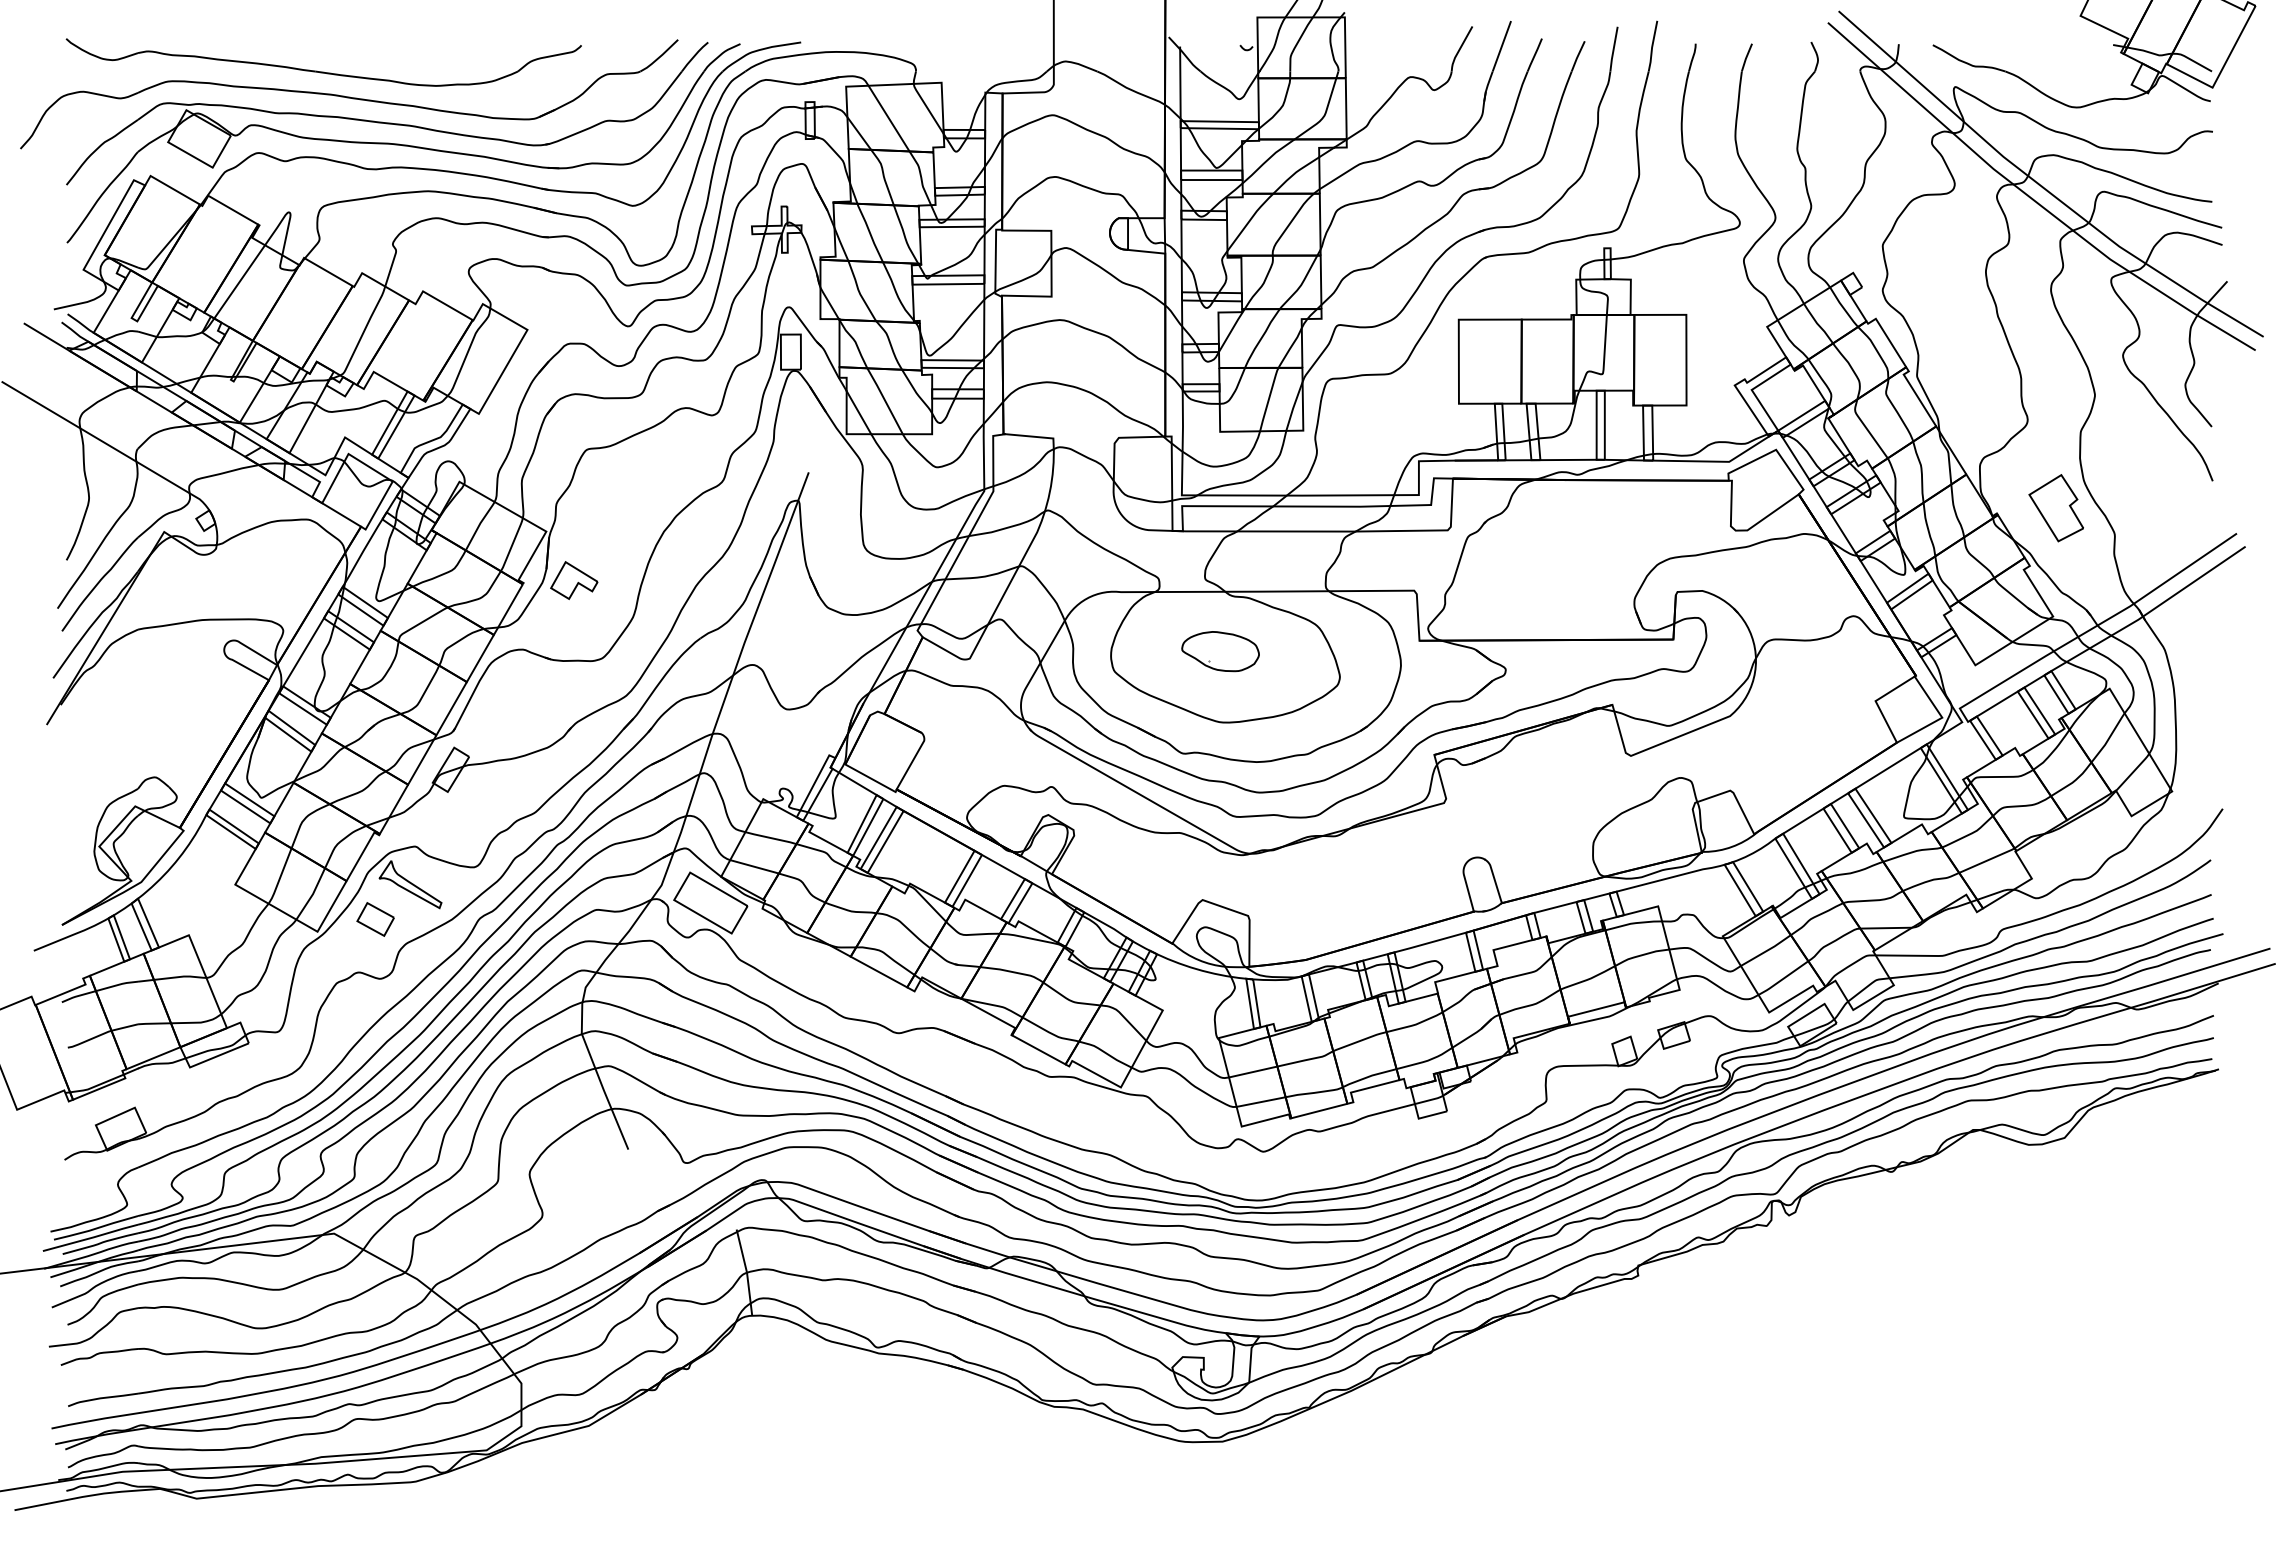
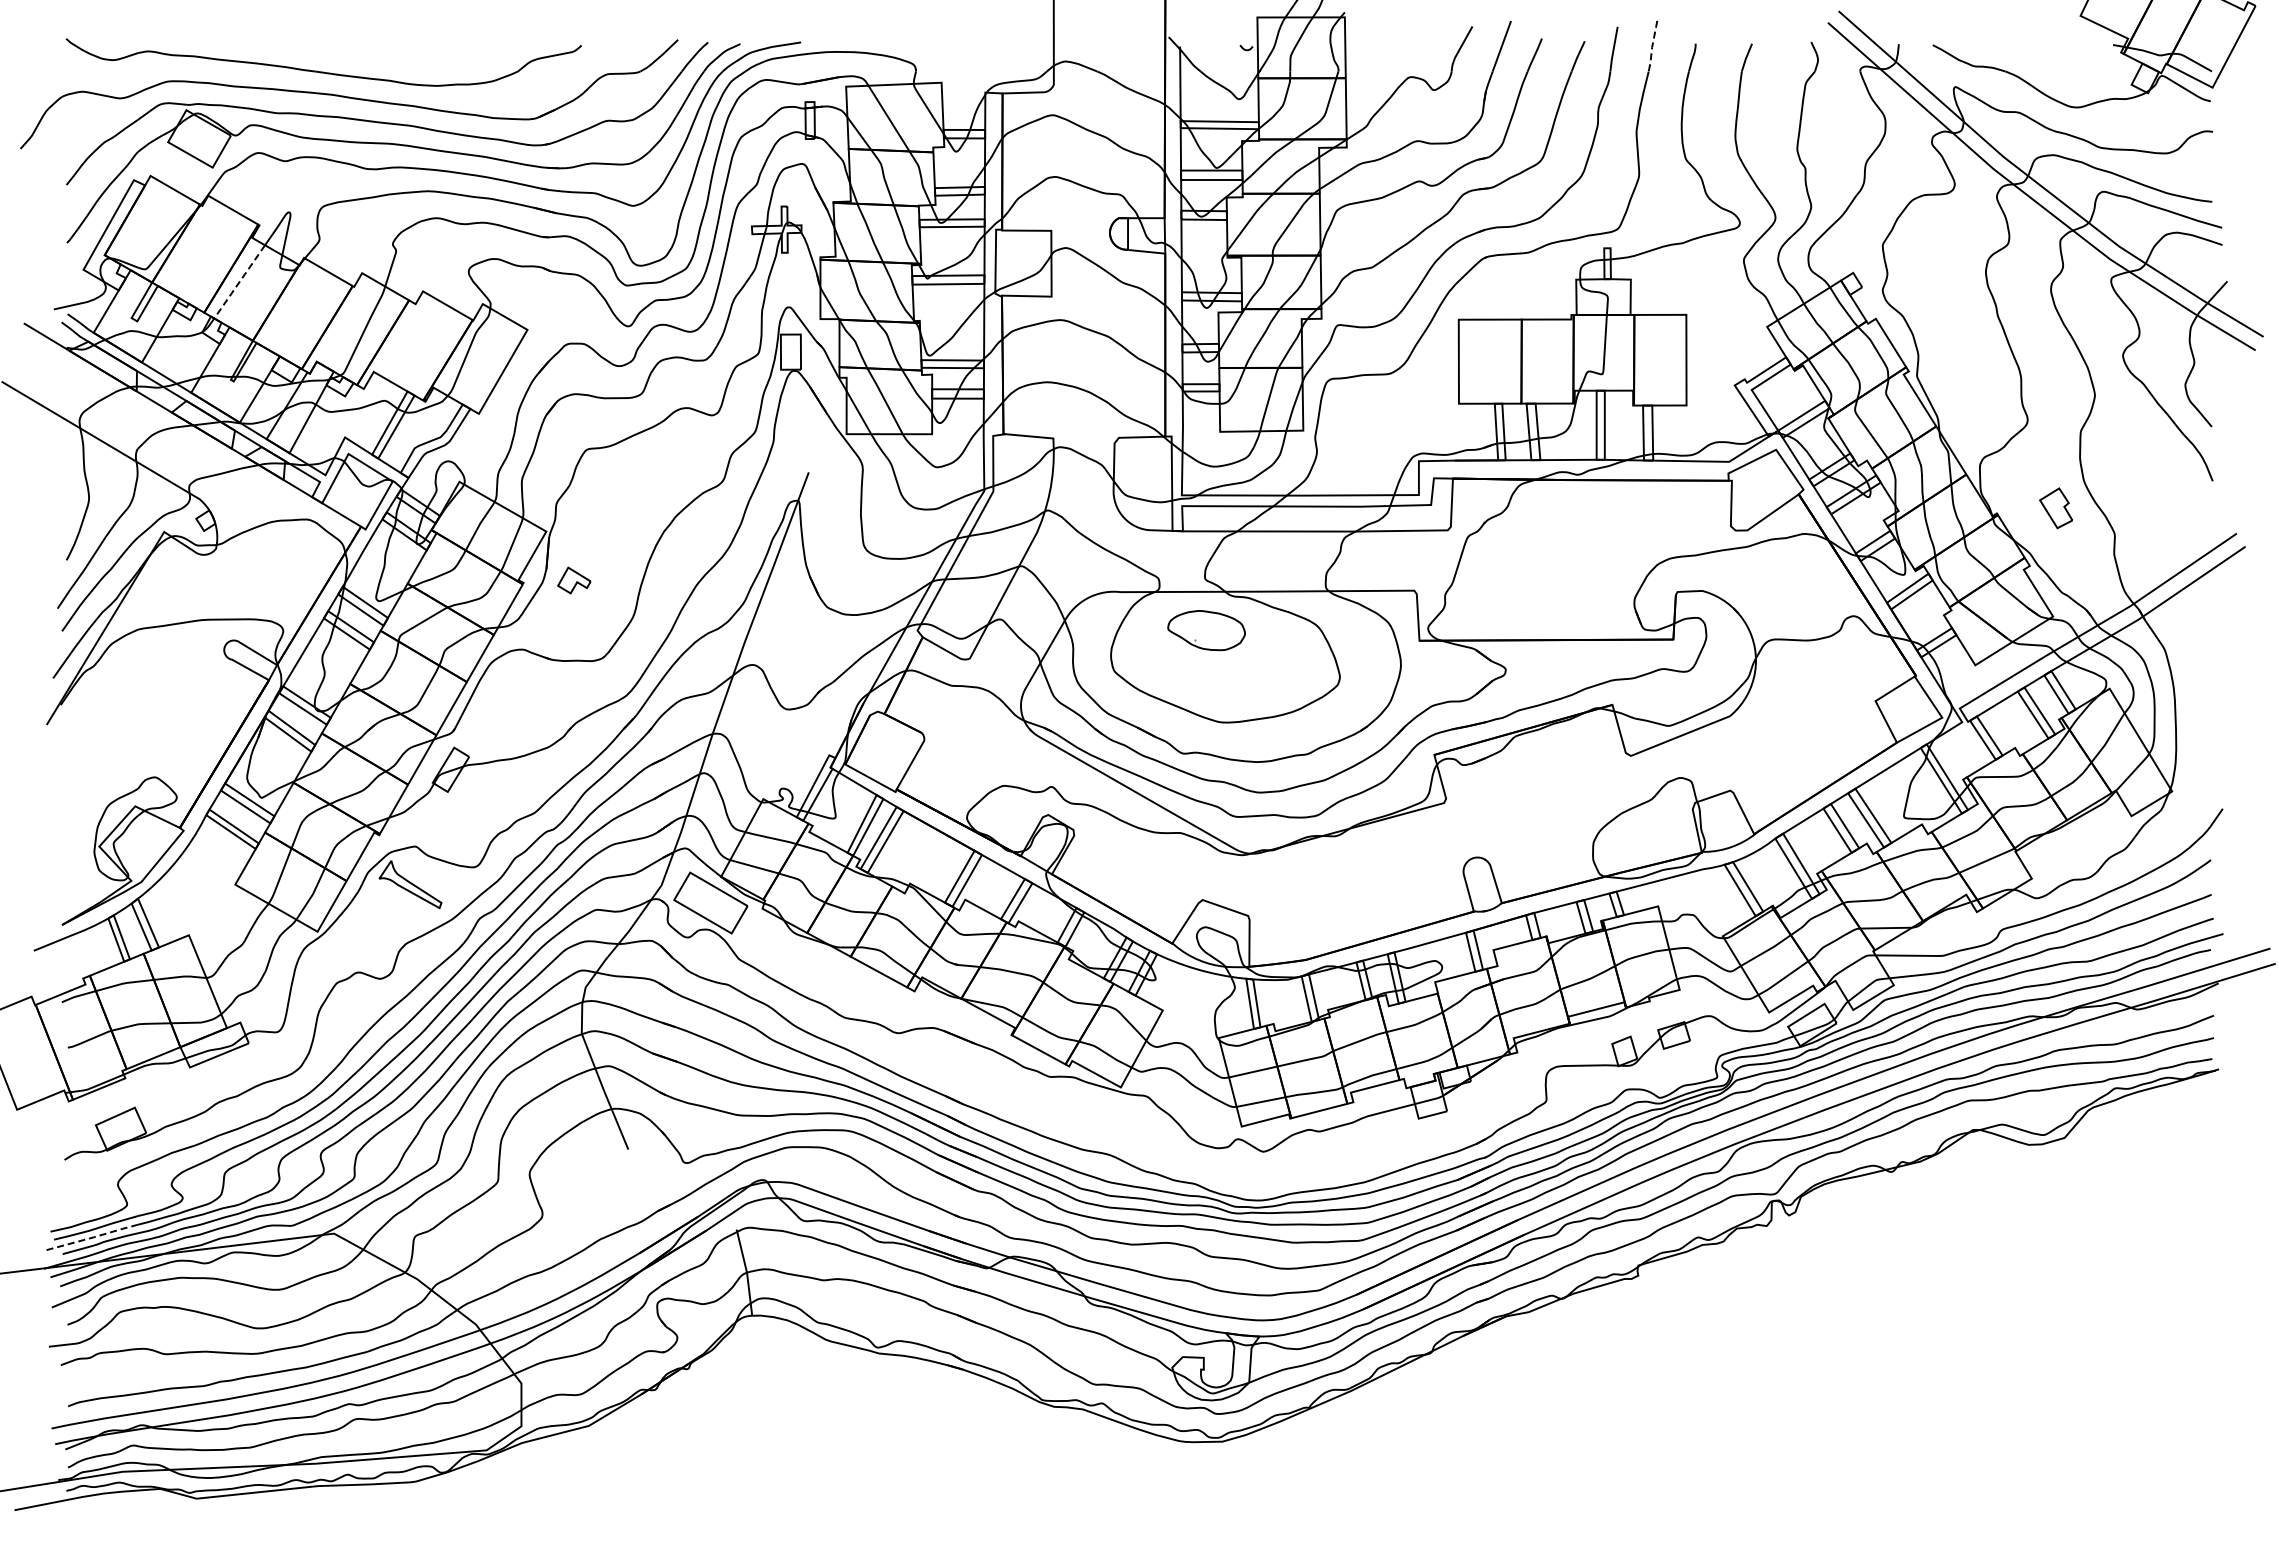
line at (1652, 47): solid -> dashed
line at (239, 281): solid -> dashed
part at (2055, 508) size: 56x69 px -> 34x43 px
part at (574, 580) size: 49x39 px -> 35x29 px
part at (1220, 651) position: (1220, 651) -> (1206, 630)
part at (375, 919): present -> none
line at (91, 1237): solid -> dashed
